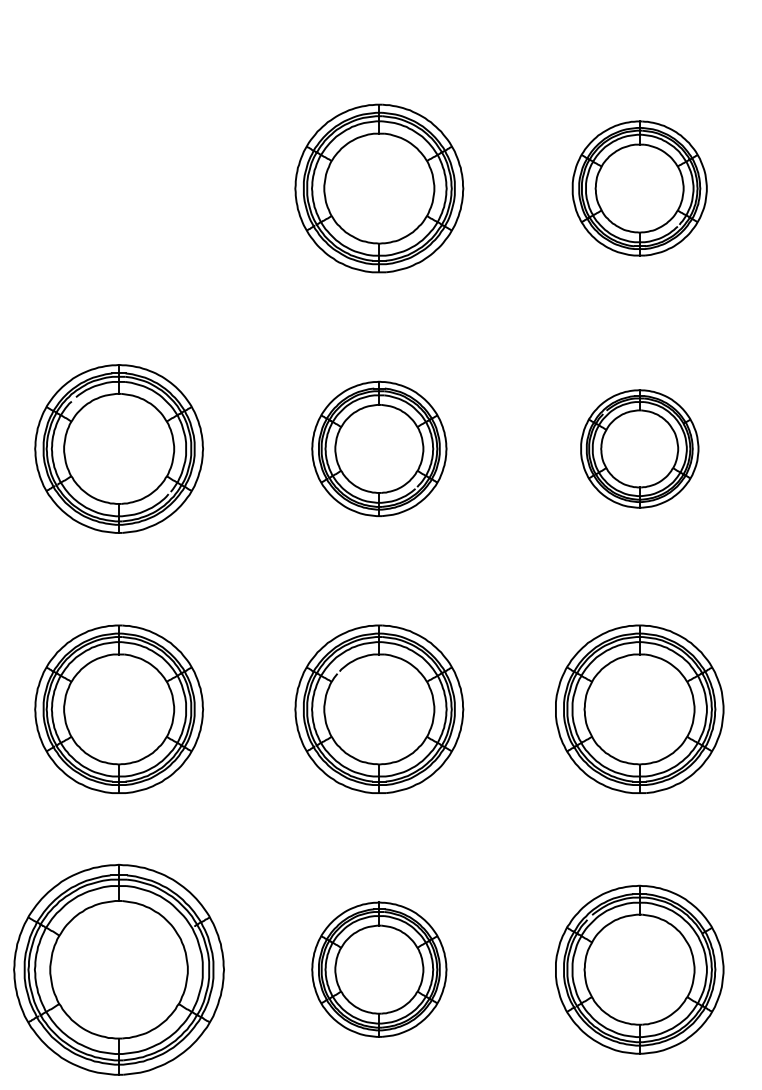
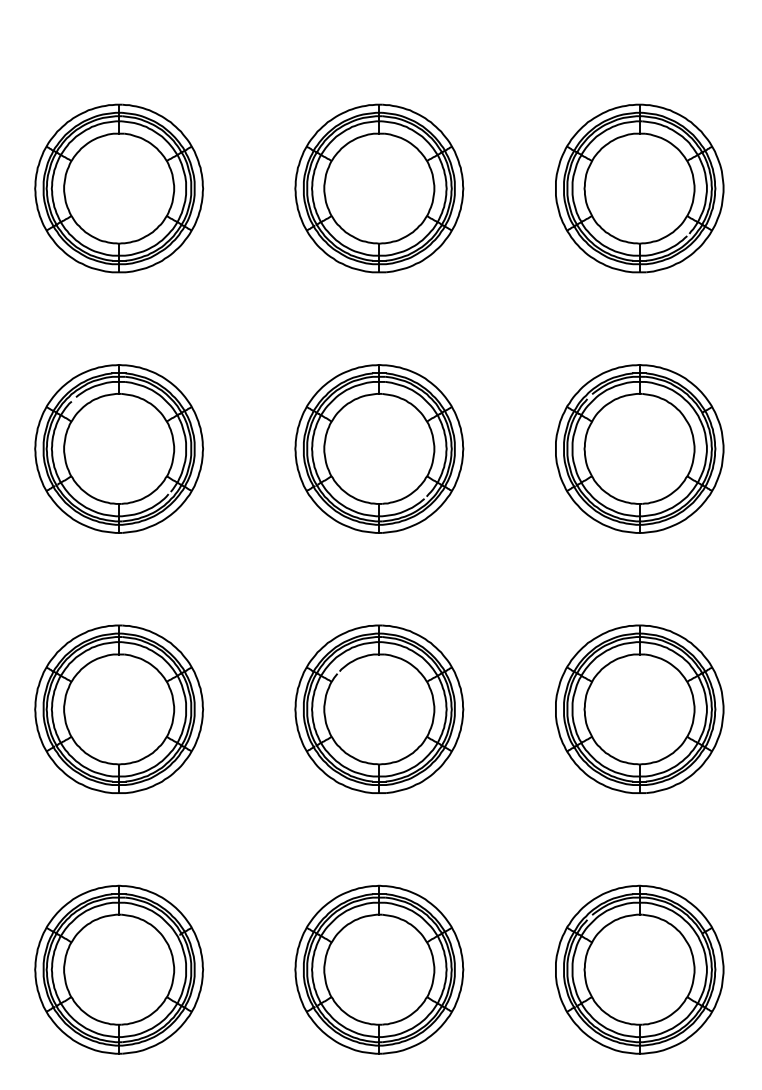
part at (119, 188): none -> present
part at (639, 188) size: 137x137 px -> 170x171 px
part at (379, 448) size: 137x137 px -> 171x170 px
part at (639, 448) size: 120x120 px -> 170x170 px
part at (118, 969) size: 212x213 px -> 171x171 px
part at (379, 969) size: 137x137 px -> 171x171 px
